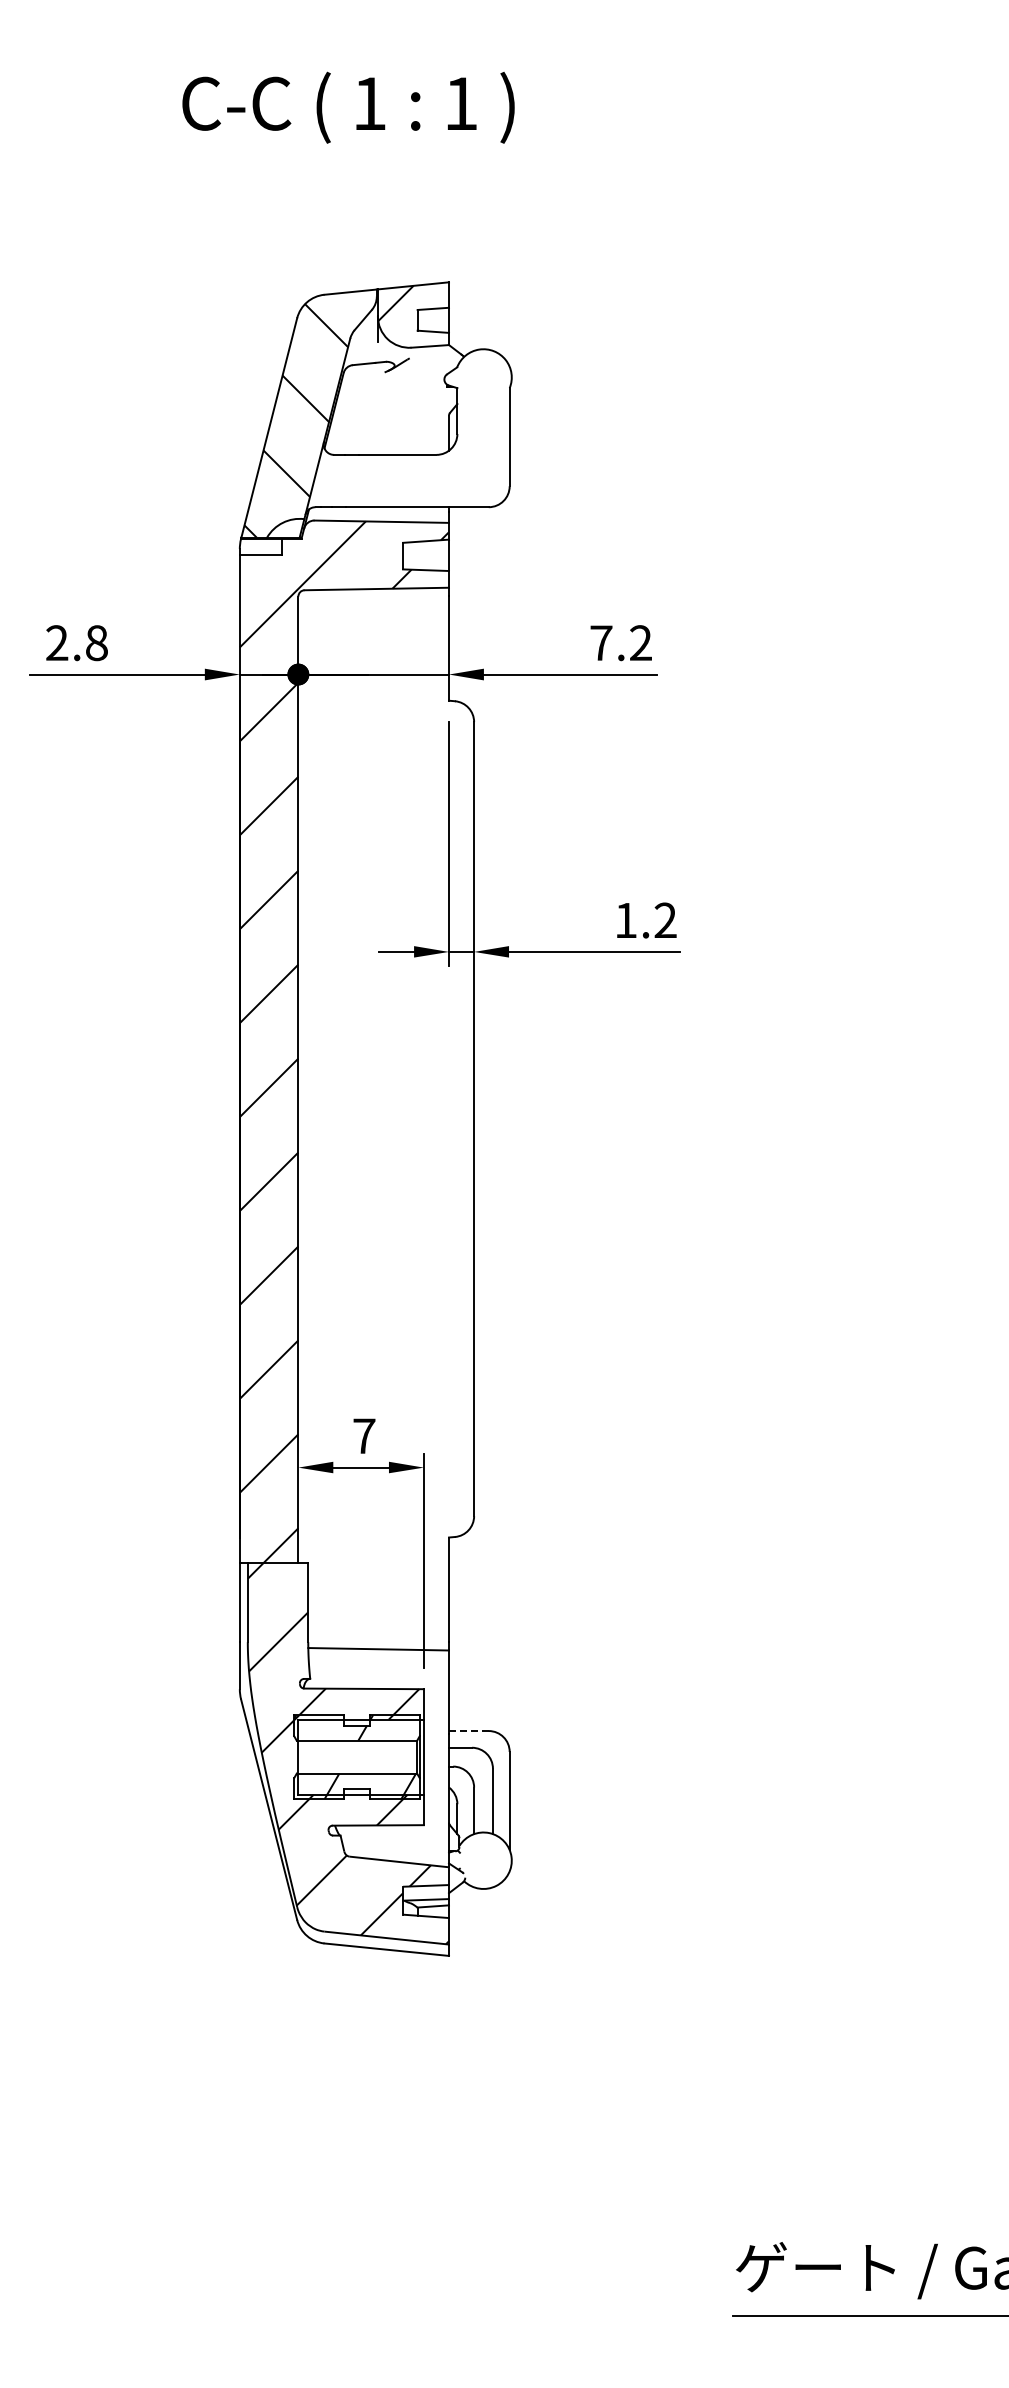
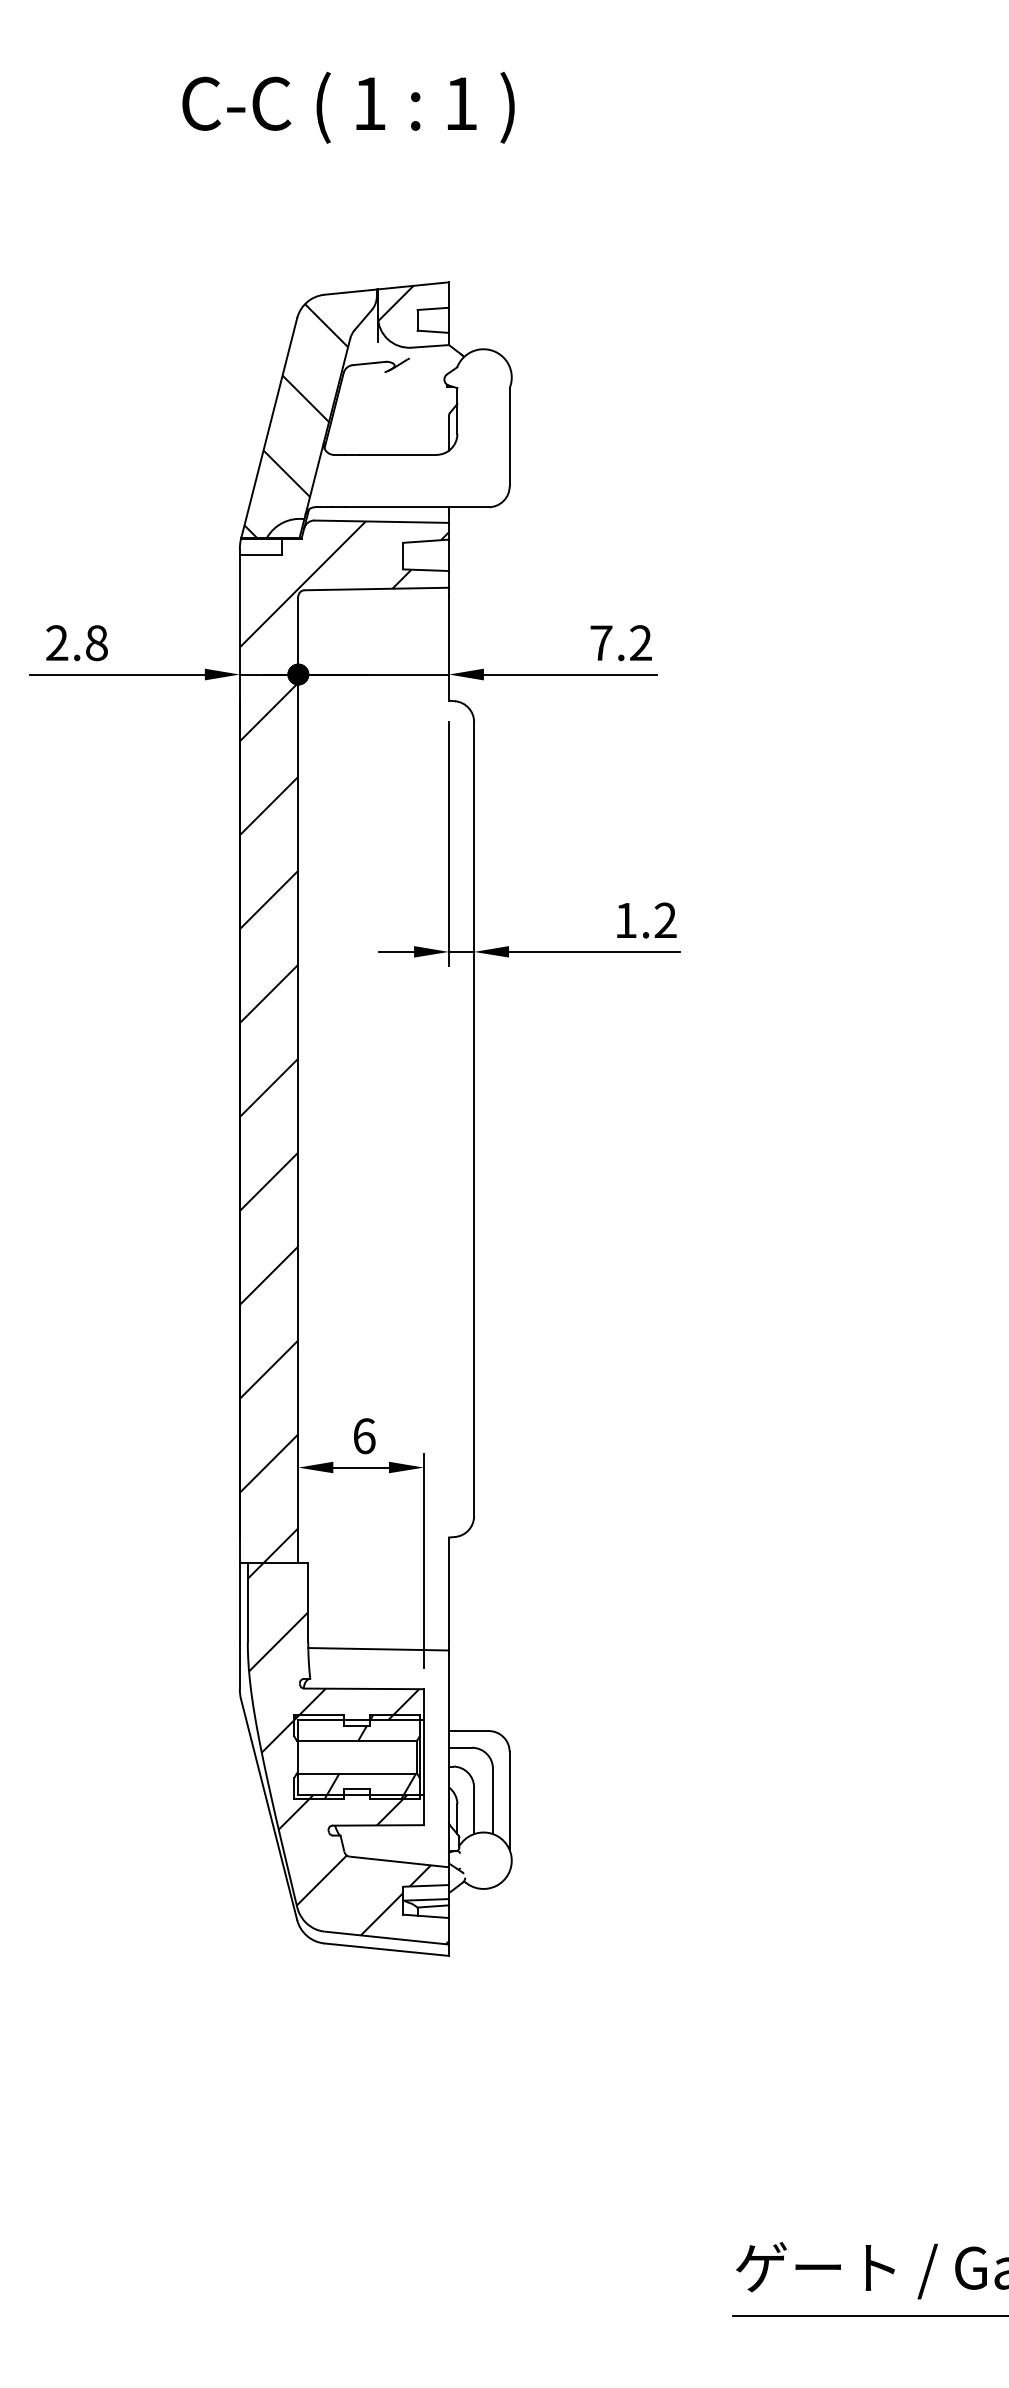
text at (364, 1436): 7 -> 6
line at (468, 1731): dashed -> solid
